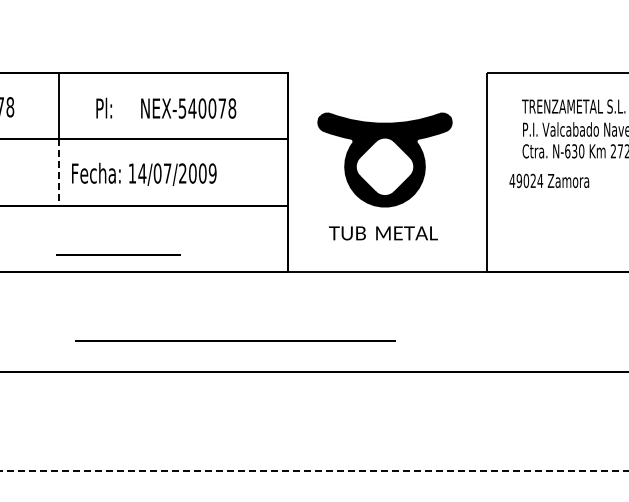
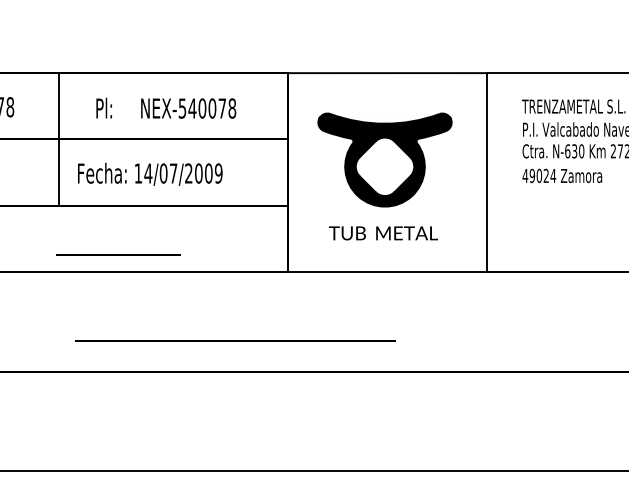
line at (386, 73): none -> present
line at (58, 173): dashed -> solid
text at (144, 173) position: (144, 173) -> (150, 173)
text at (549, 180) position: (549, 180) -> (562, 175)
line at (314, 470): dashed -> solid
